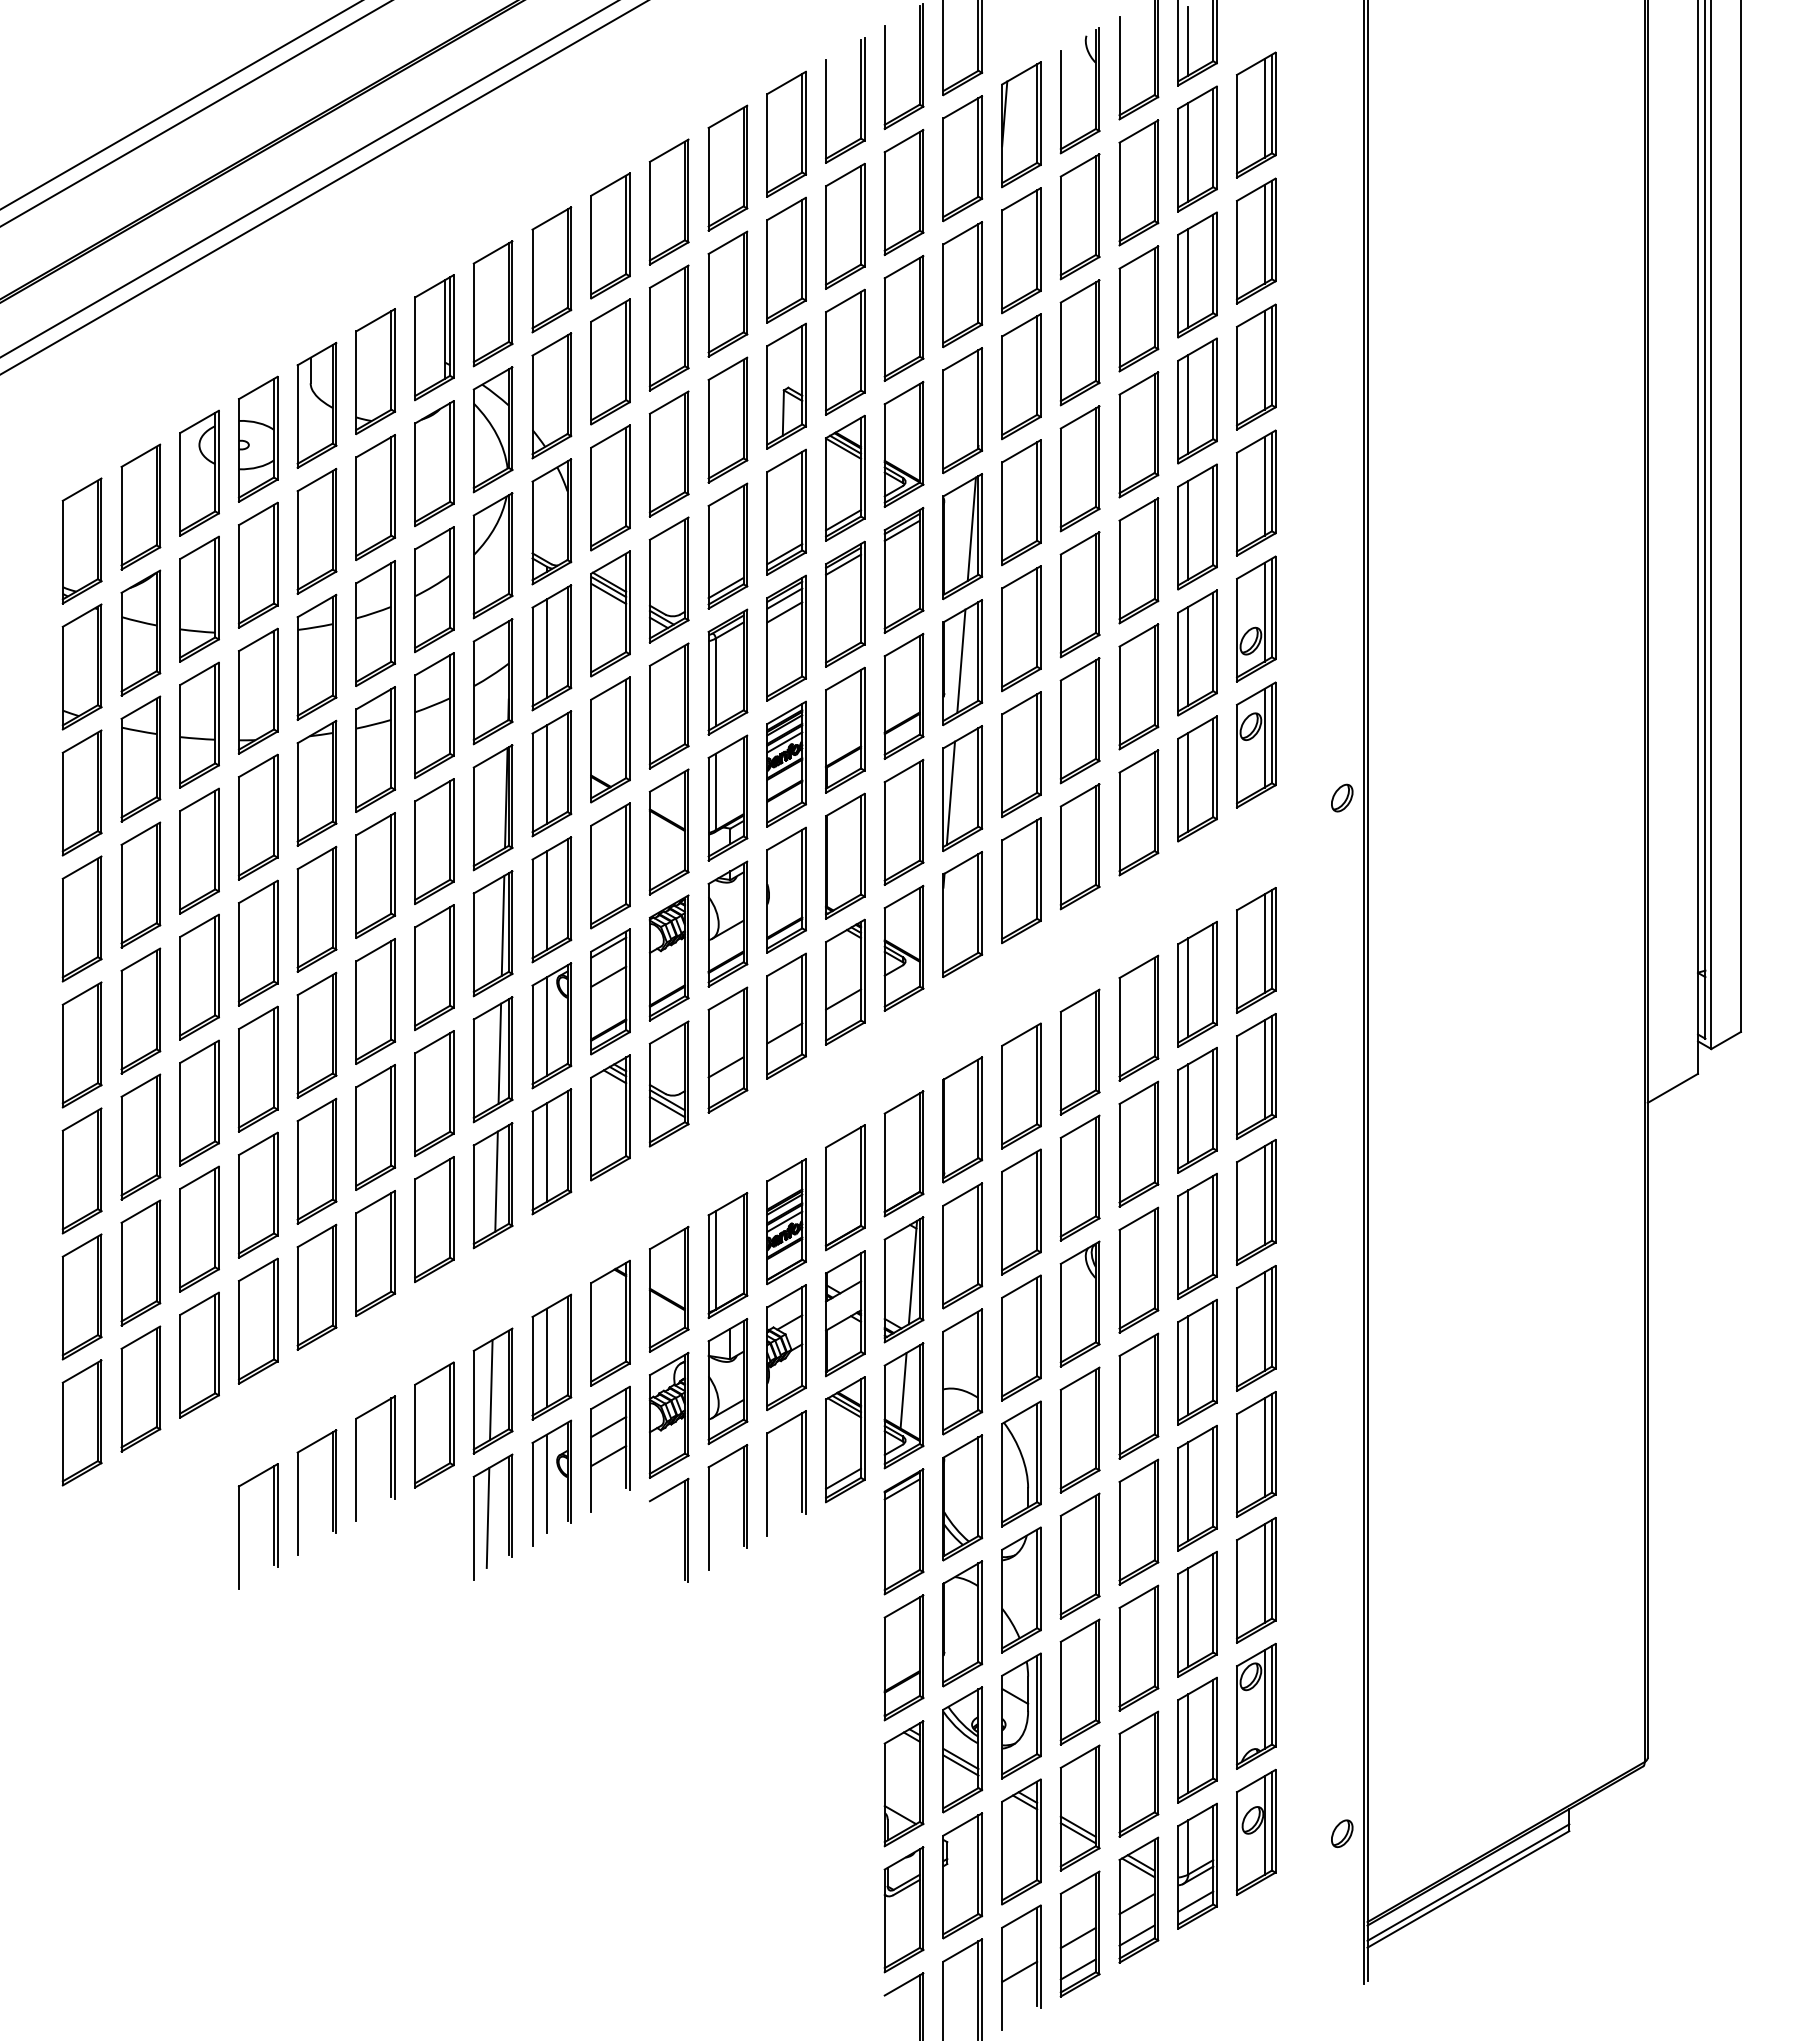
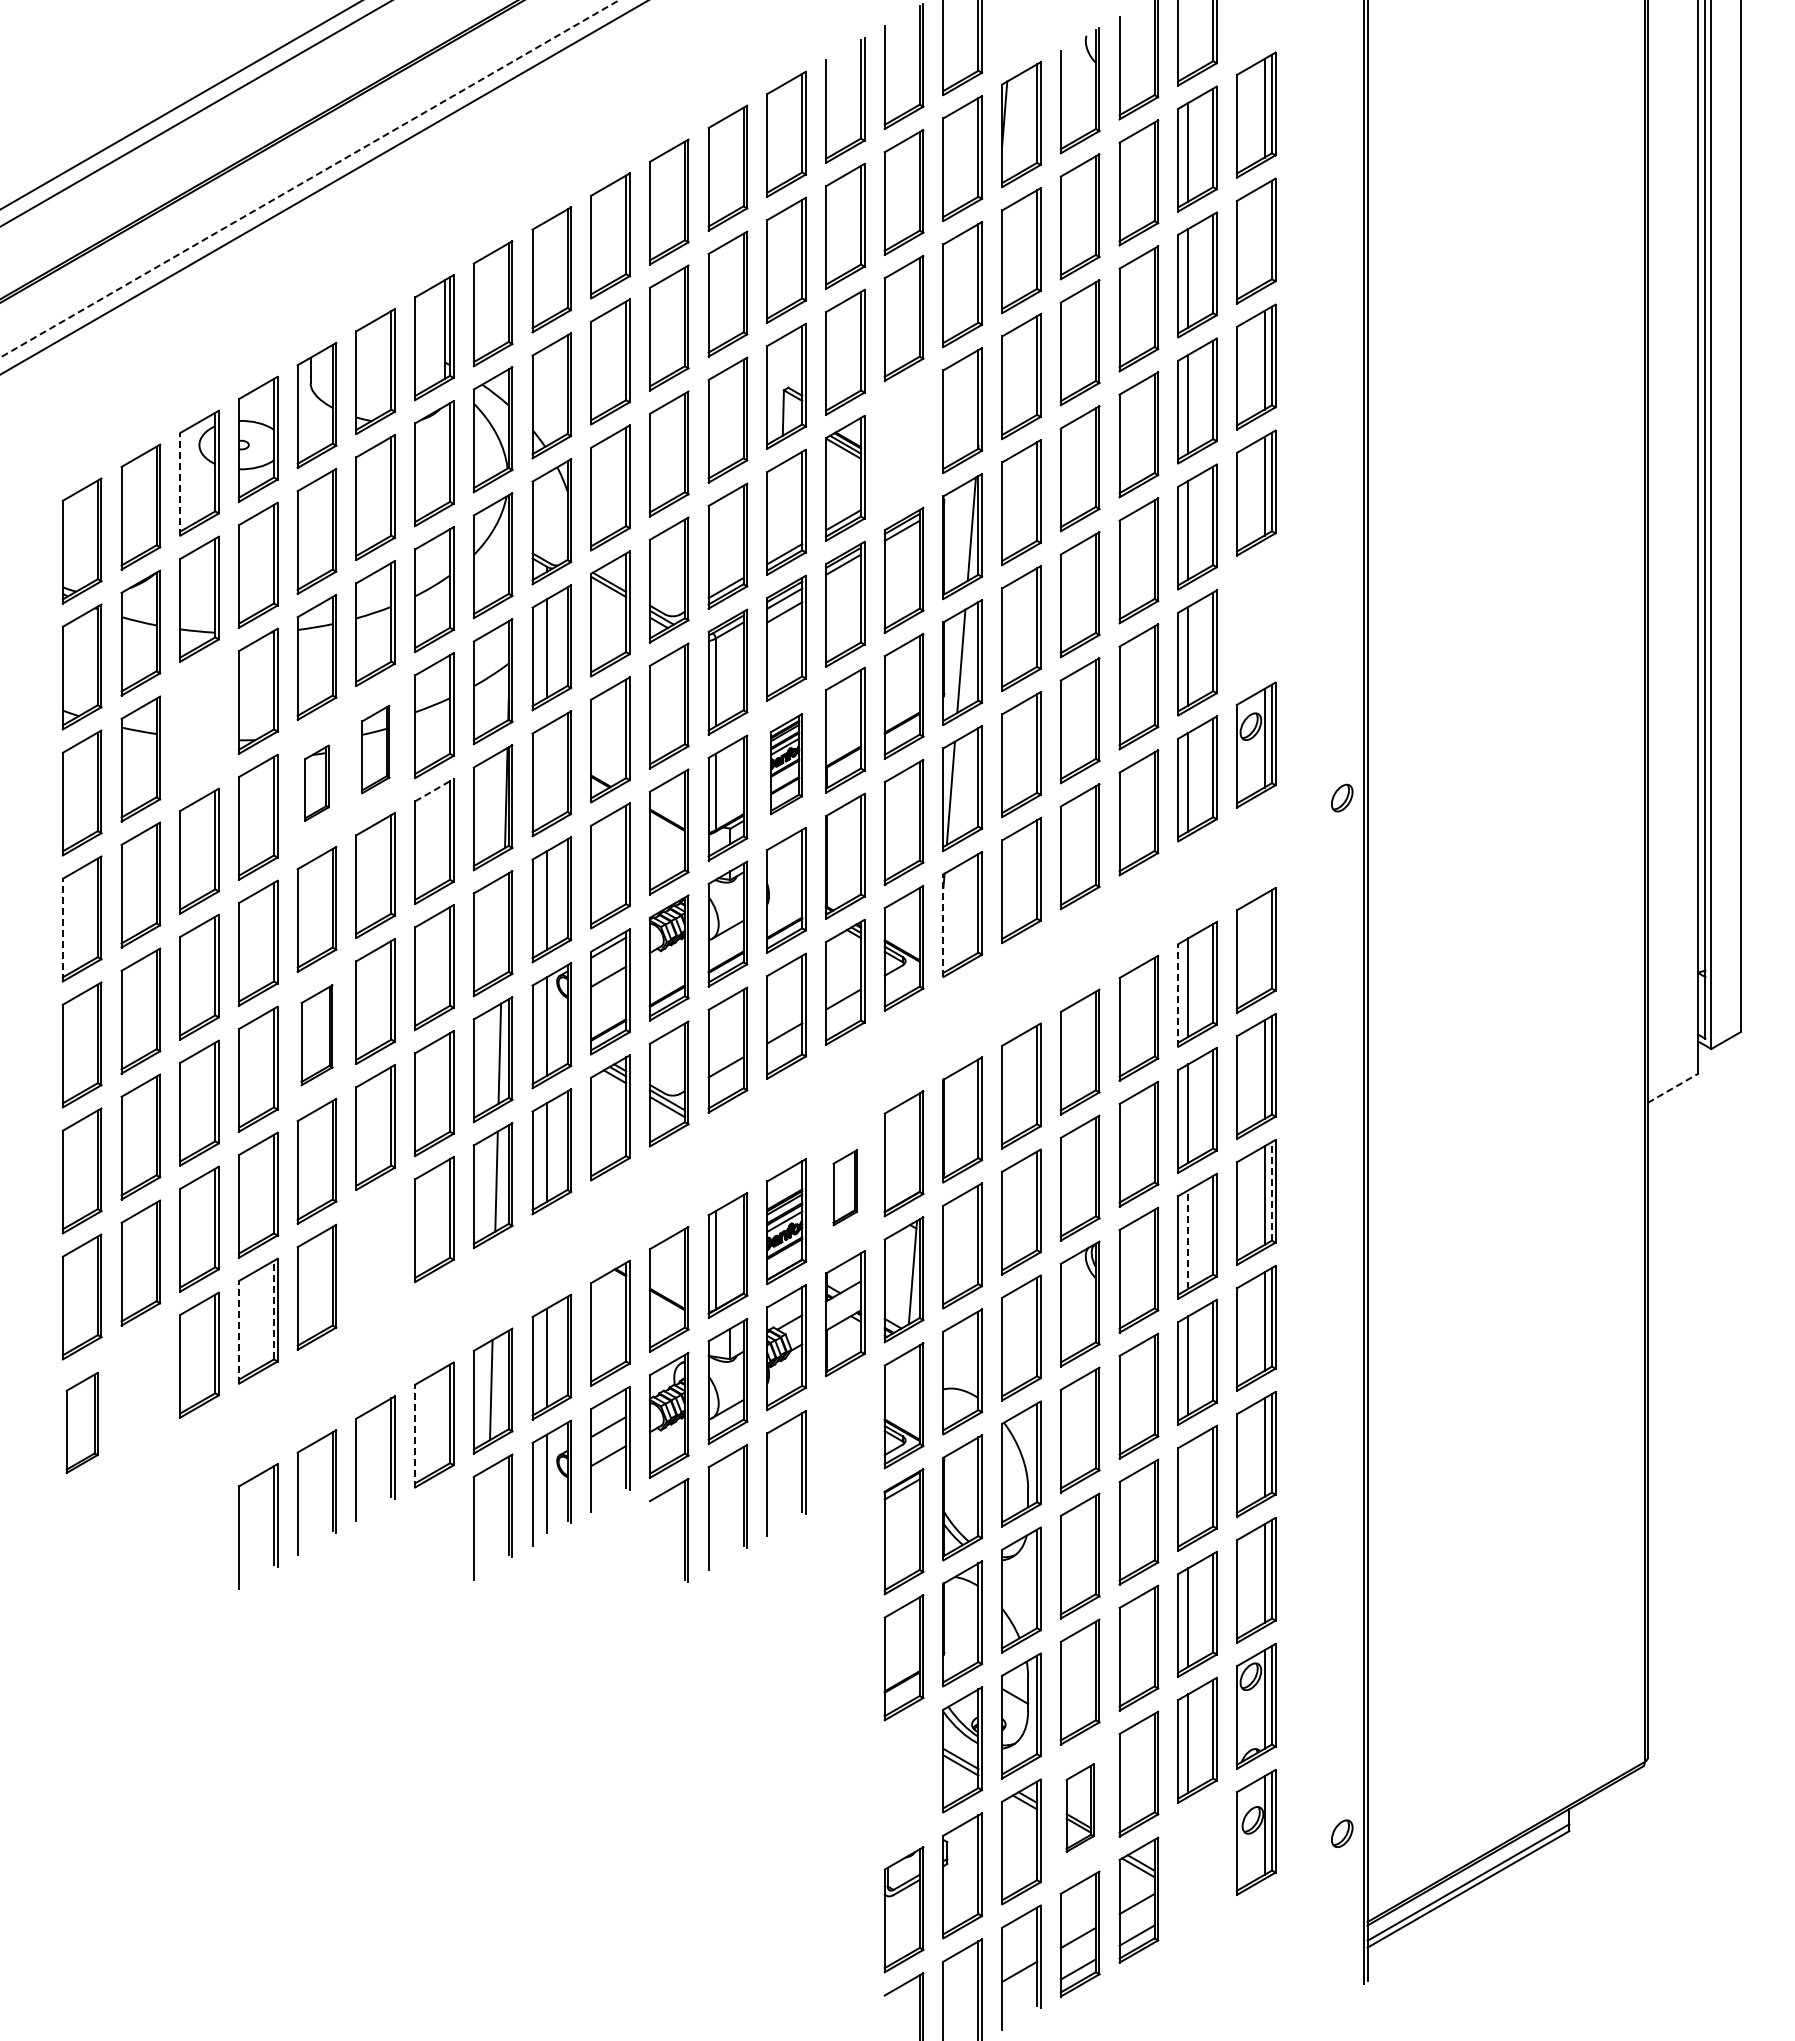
line at (1188, 41): present -> none
line at (309, 179): solid -> dashed
line at (1264, 233): present -> none
part at (903, 444): present -> none
line at (180, 483): solid -> dashed
line at (608, 593): present -> none
part at (1256, 618): present -> none
part at (199, 724): present -> none
part at (375, 749) size: 42x127 px -> 30x91 px
part at (786, 763) size: 41x128 px -> 34x103 px
line at (546, 774): present -> none
part at (316, 782) size: 42x128 px -> 26x78 px
line at (434, 790): solid -> dashed
line at (502, 925): present -> none
line at (943, 925): solid -> dashed
line at (62, 929): solid -> dashed
line at (1264, 943): present -> none
line at (1178, 995): solid -> dashed
part at (316, 1034) size: 42x128 px -> 34x103 px
line at (1673, 1088): solid -> dashed
part at (844, 1187) size: 42x128 px -> 26x78 px
line at (1271, 1190): solid -> dashed
line at (1188, 1239): solid -> dashed
part at (375, 1253): present -> none
line at (273, 1309): solid -> dashed
line at (238, 1331): solid -> dashed
part at (140, 1388): present -> none
line at (903, 1390): present -> none
part at (81, 1422) size: 42x128 px -> 34x103 px
line at (415, 1435): solid -> dashed
part at (845, 1439): present -> none
line at (1188, 1491): present -> none
line at (487, 1517): present -> none
part at (903, 1783): present -> none
part at (1079, 1807) size: 42x128 px -> 30x90 px
part at (1197, 1865): present -> none
